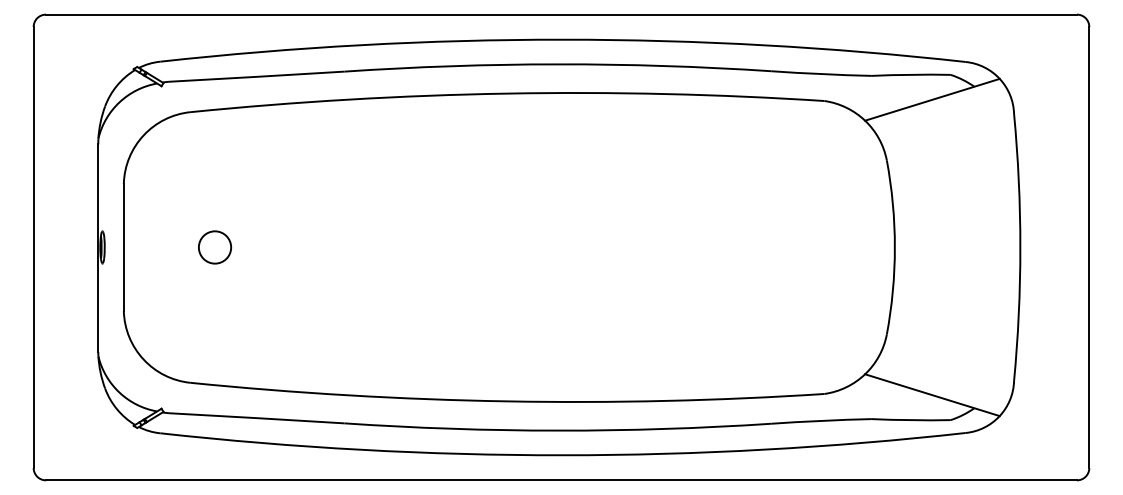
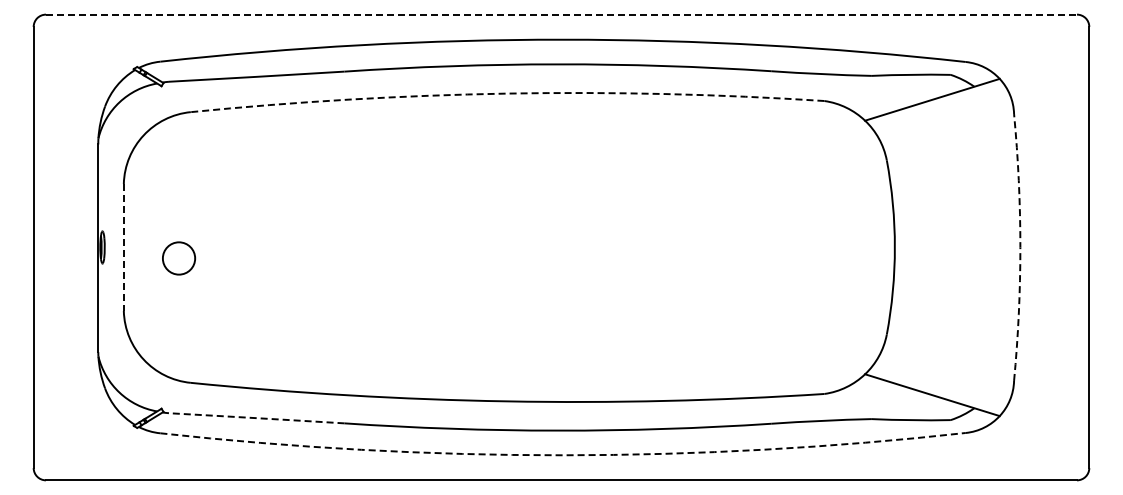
line at (562, 14): solid -> dashed
arc at (507, 93): solid -> dashed
circle at (215, 247) position: (215, 247) -> (179, 258)
arc at (1020, 247): solid -> dashed
line at (123, 248): solid -> dashed
arc at (256, 418): solid -> dashed
arc at (563, 455): solid -> dashed
